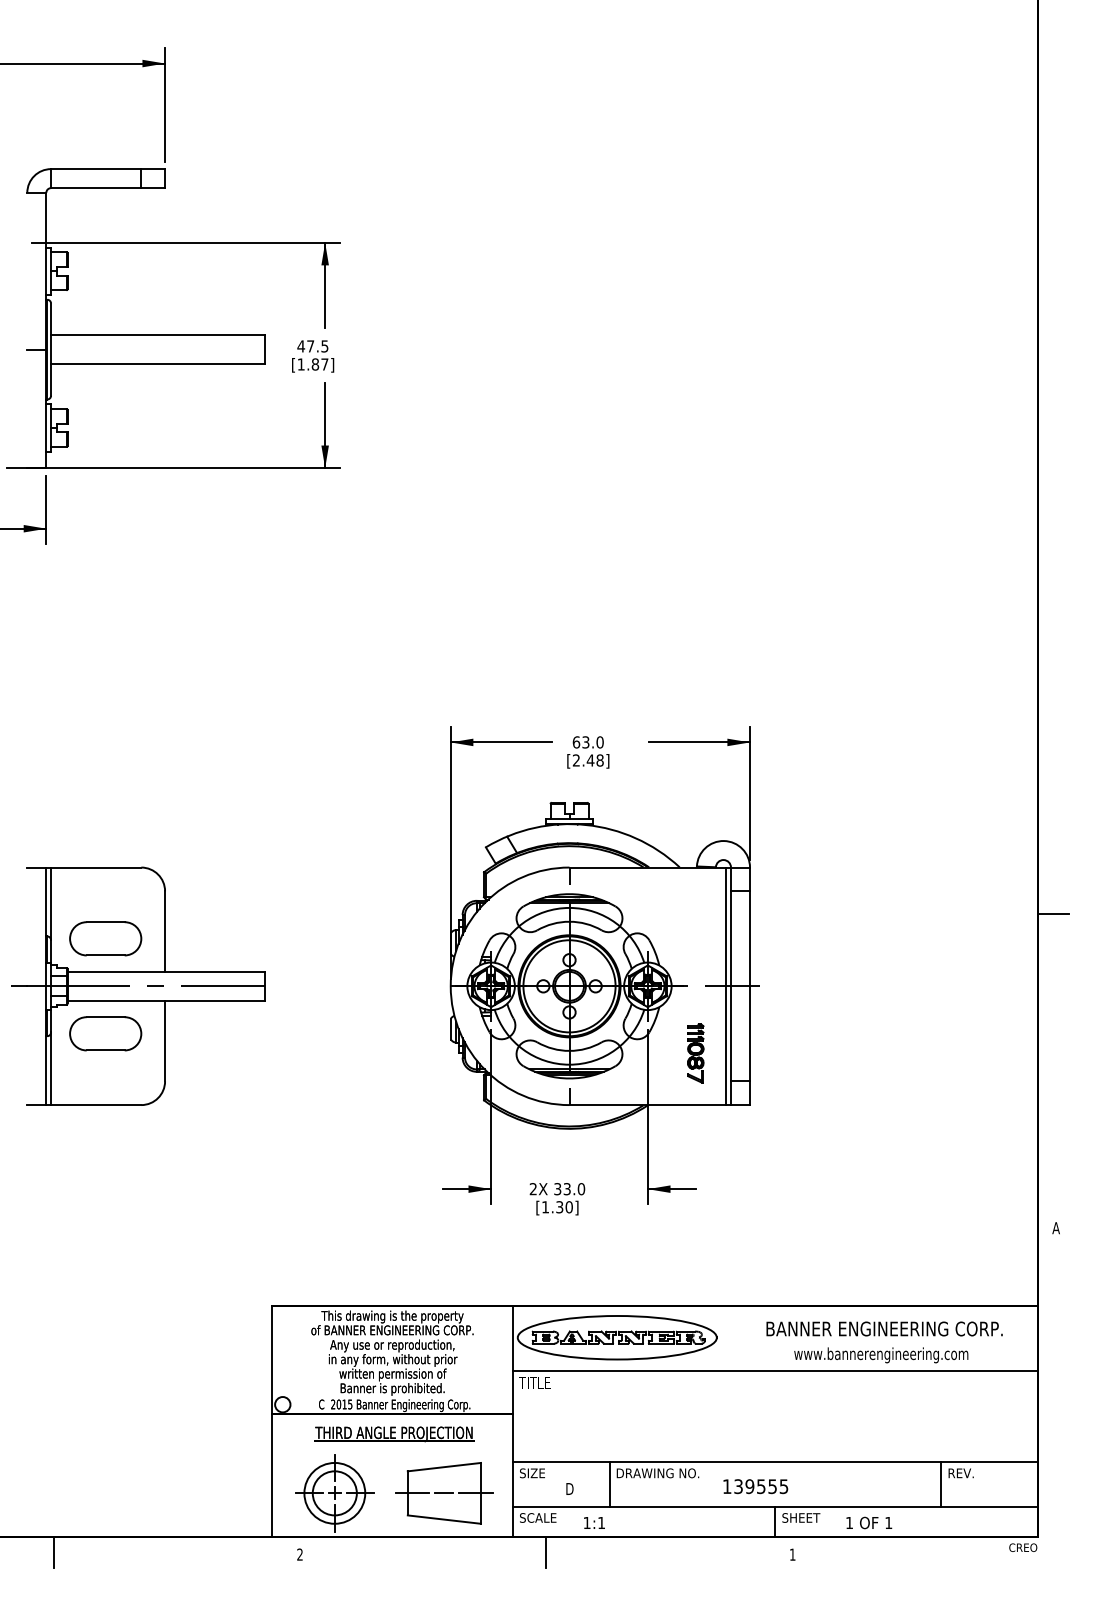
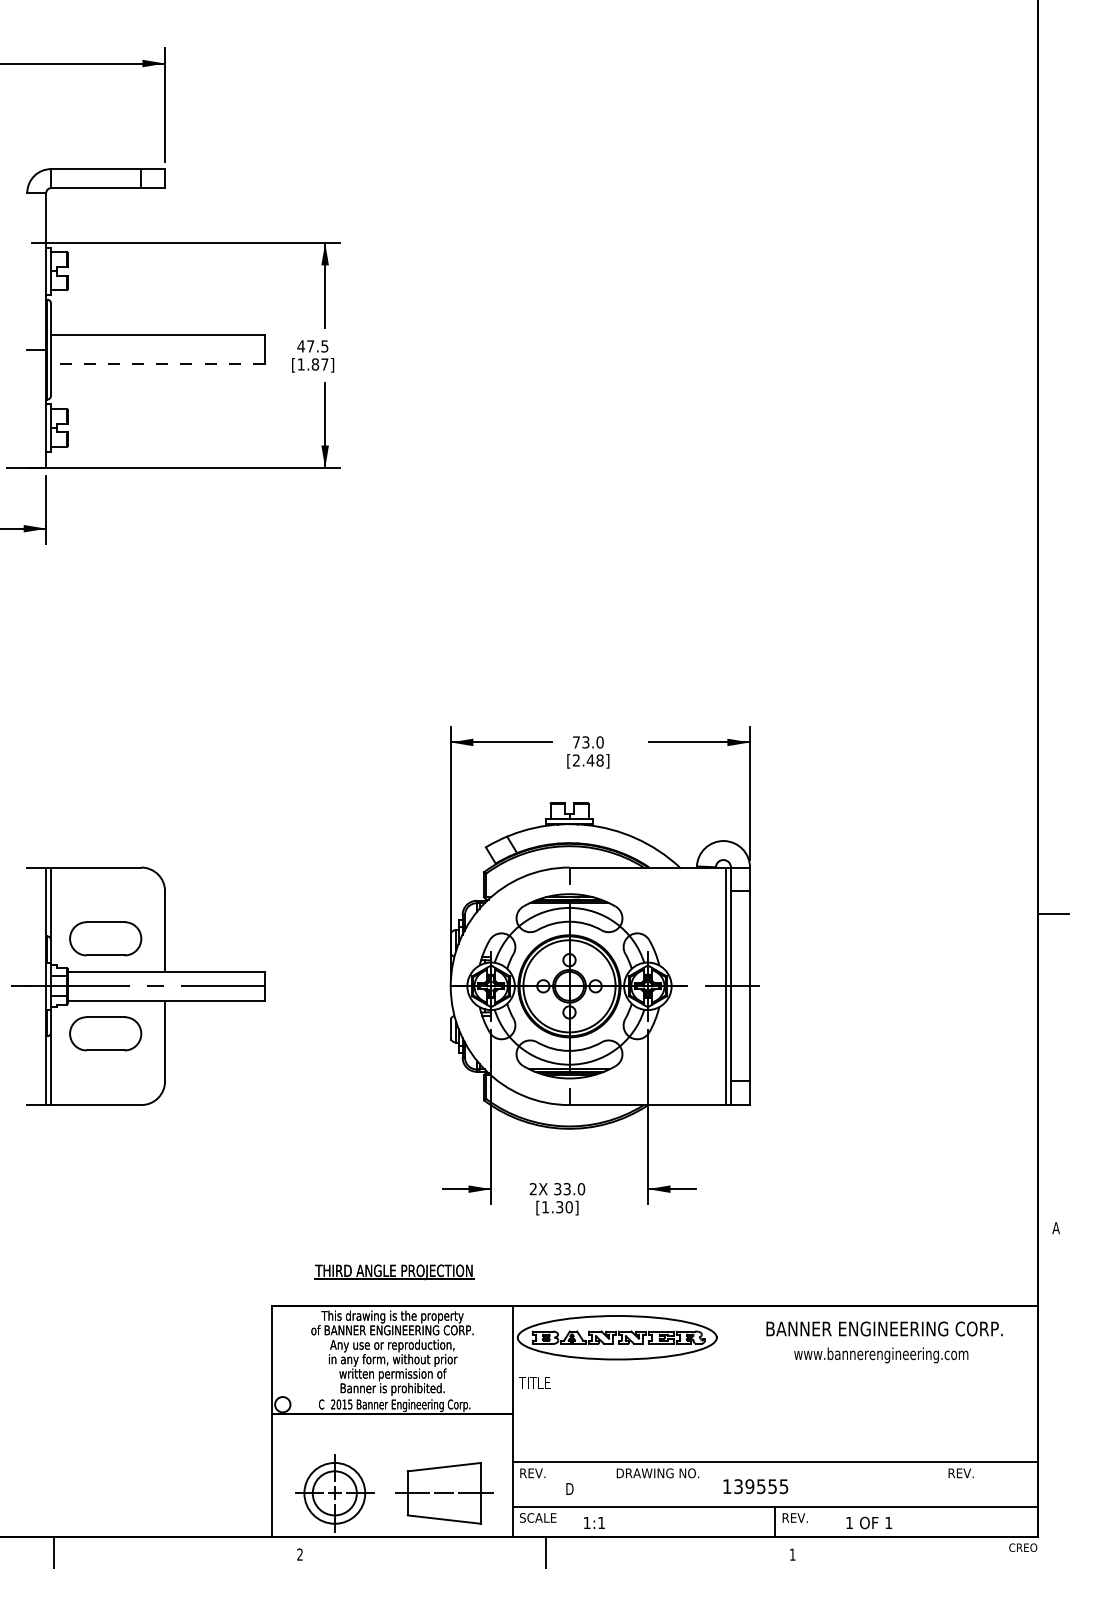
line at (157, 364): solid -> dashed
text at (576, 742): 63.0 -> 73.0
part at (695, 1053): present -> none
line at (775, 1370): present -> none
part at (394, 1434) position: (394, 1434) -> (394, 1272)
text at (532, 1473): SIZE -> REV.
line at (609, 1484): present -> none
line at (941, 1484): present -> none
text at (801, 1517): SHEET -> REV.
